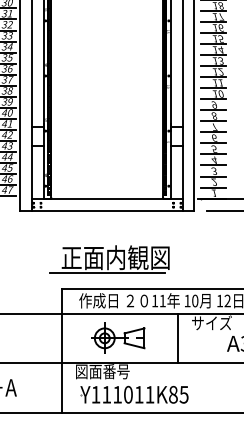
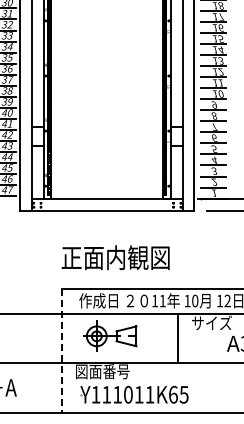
line at (106, 272): present -> none
part at (118, 337) position: (118, 337) -> (110, 335)
line at (61, 350): solid -> dashed
text at (173, 394): Y111011K85 -> Y111011K65
